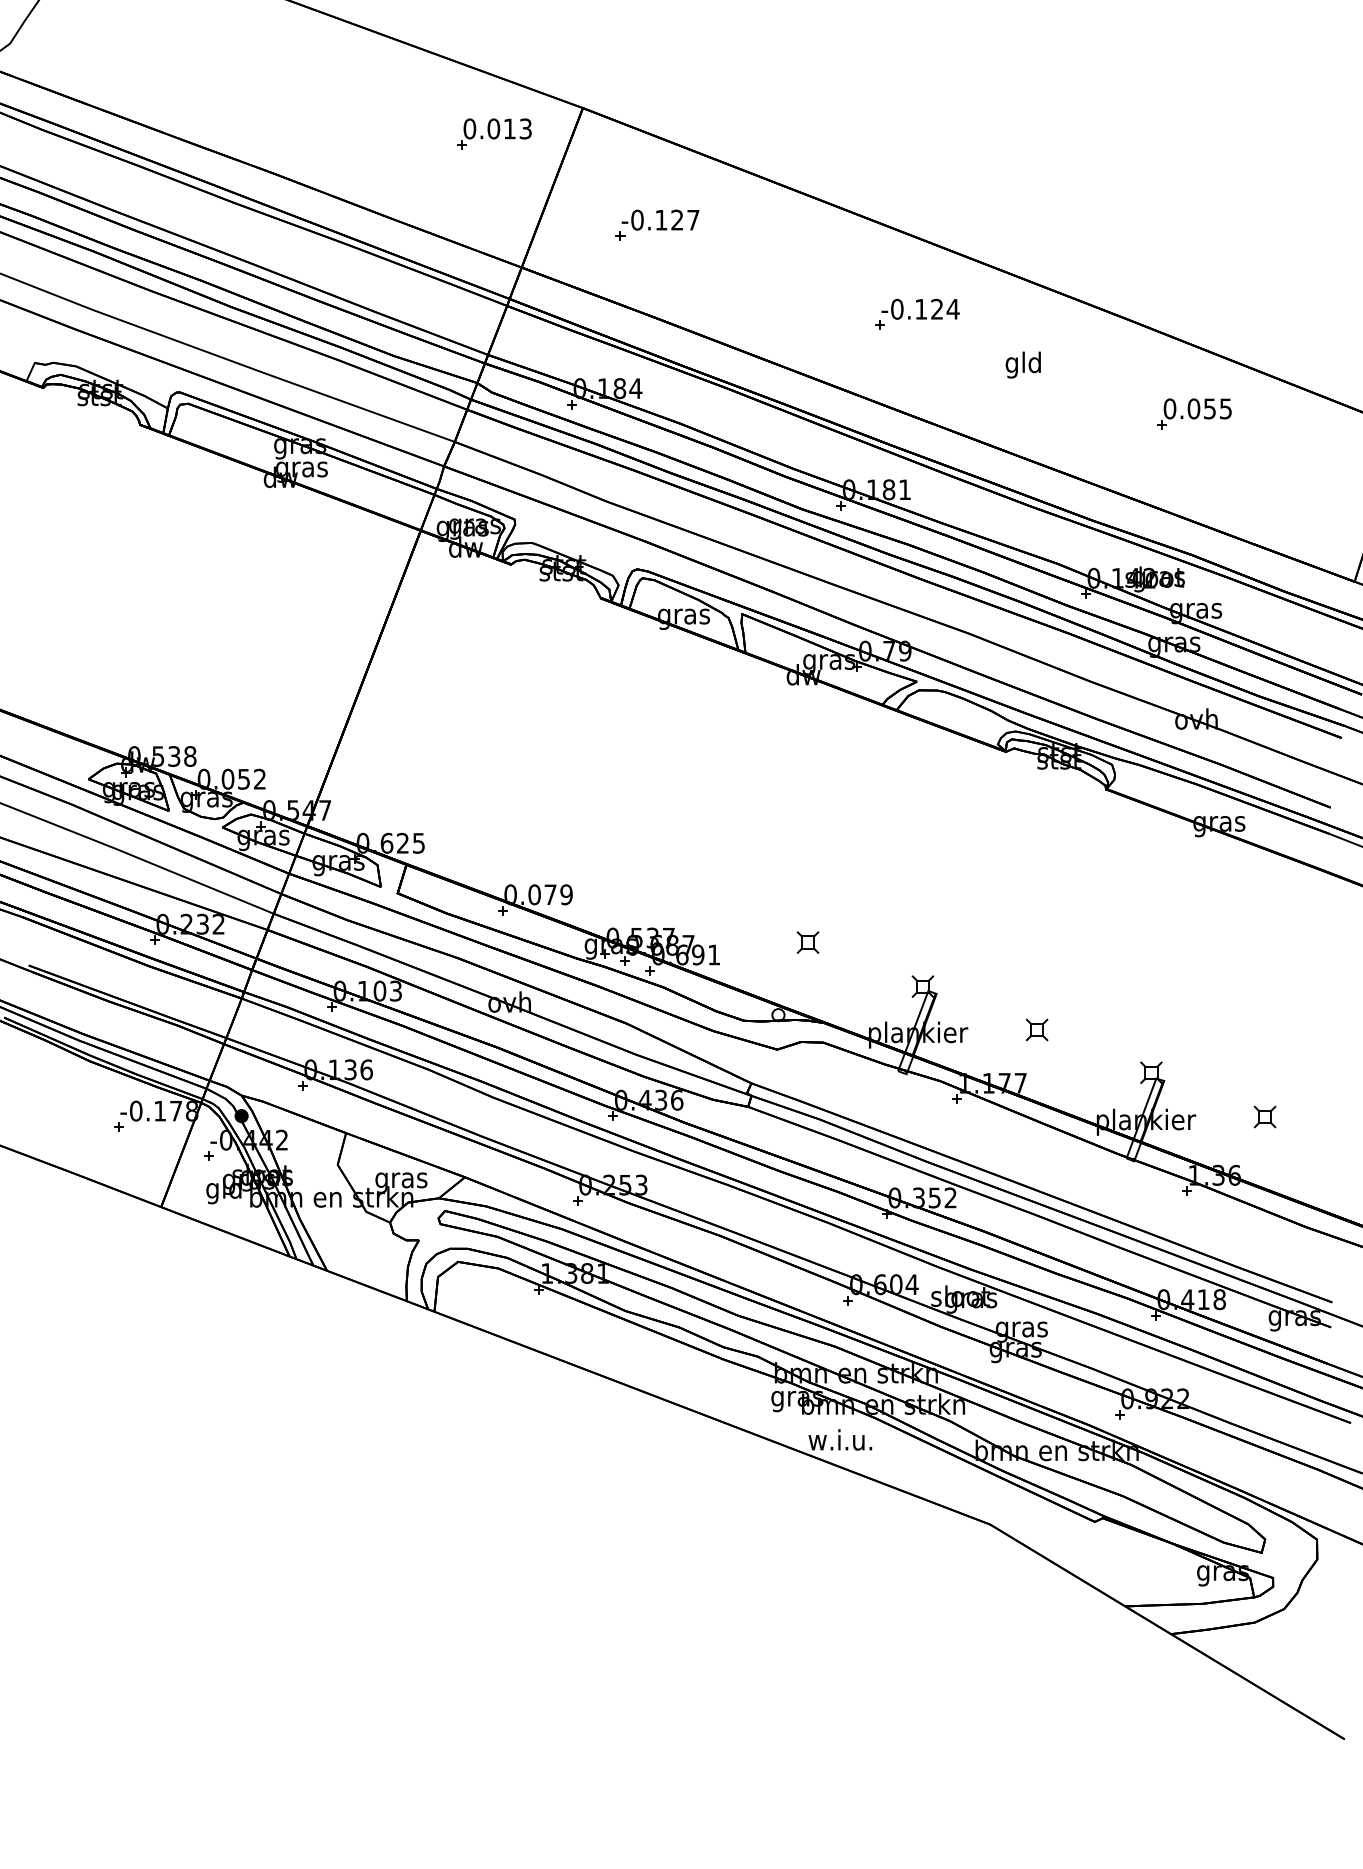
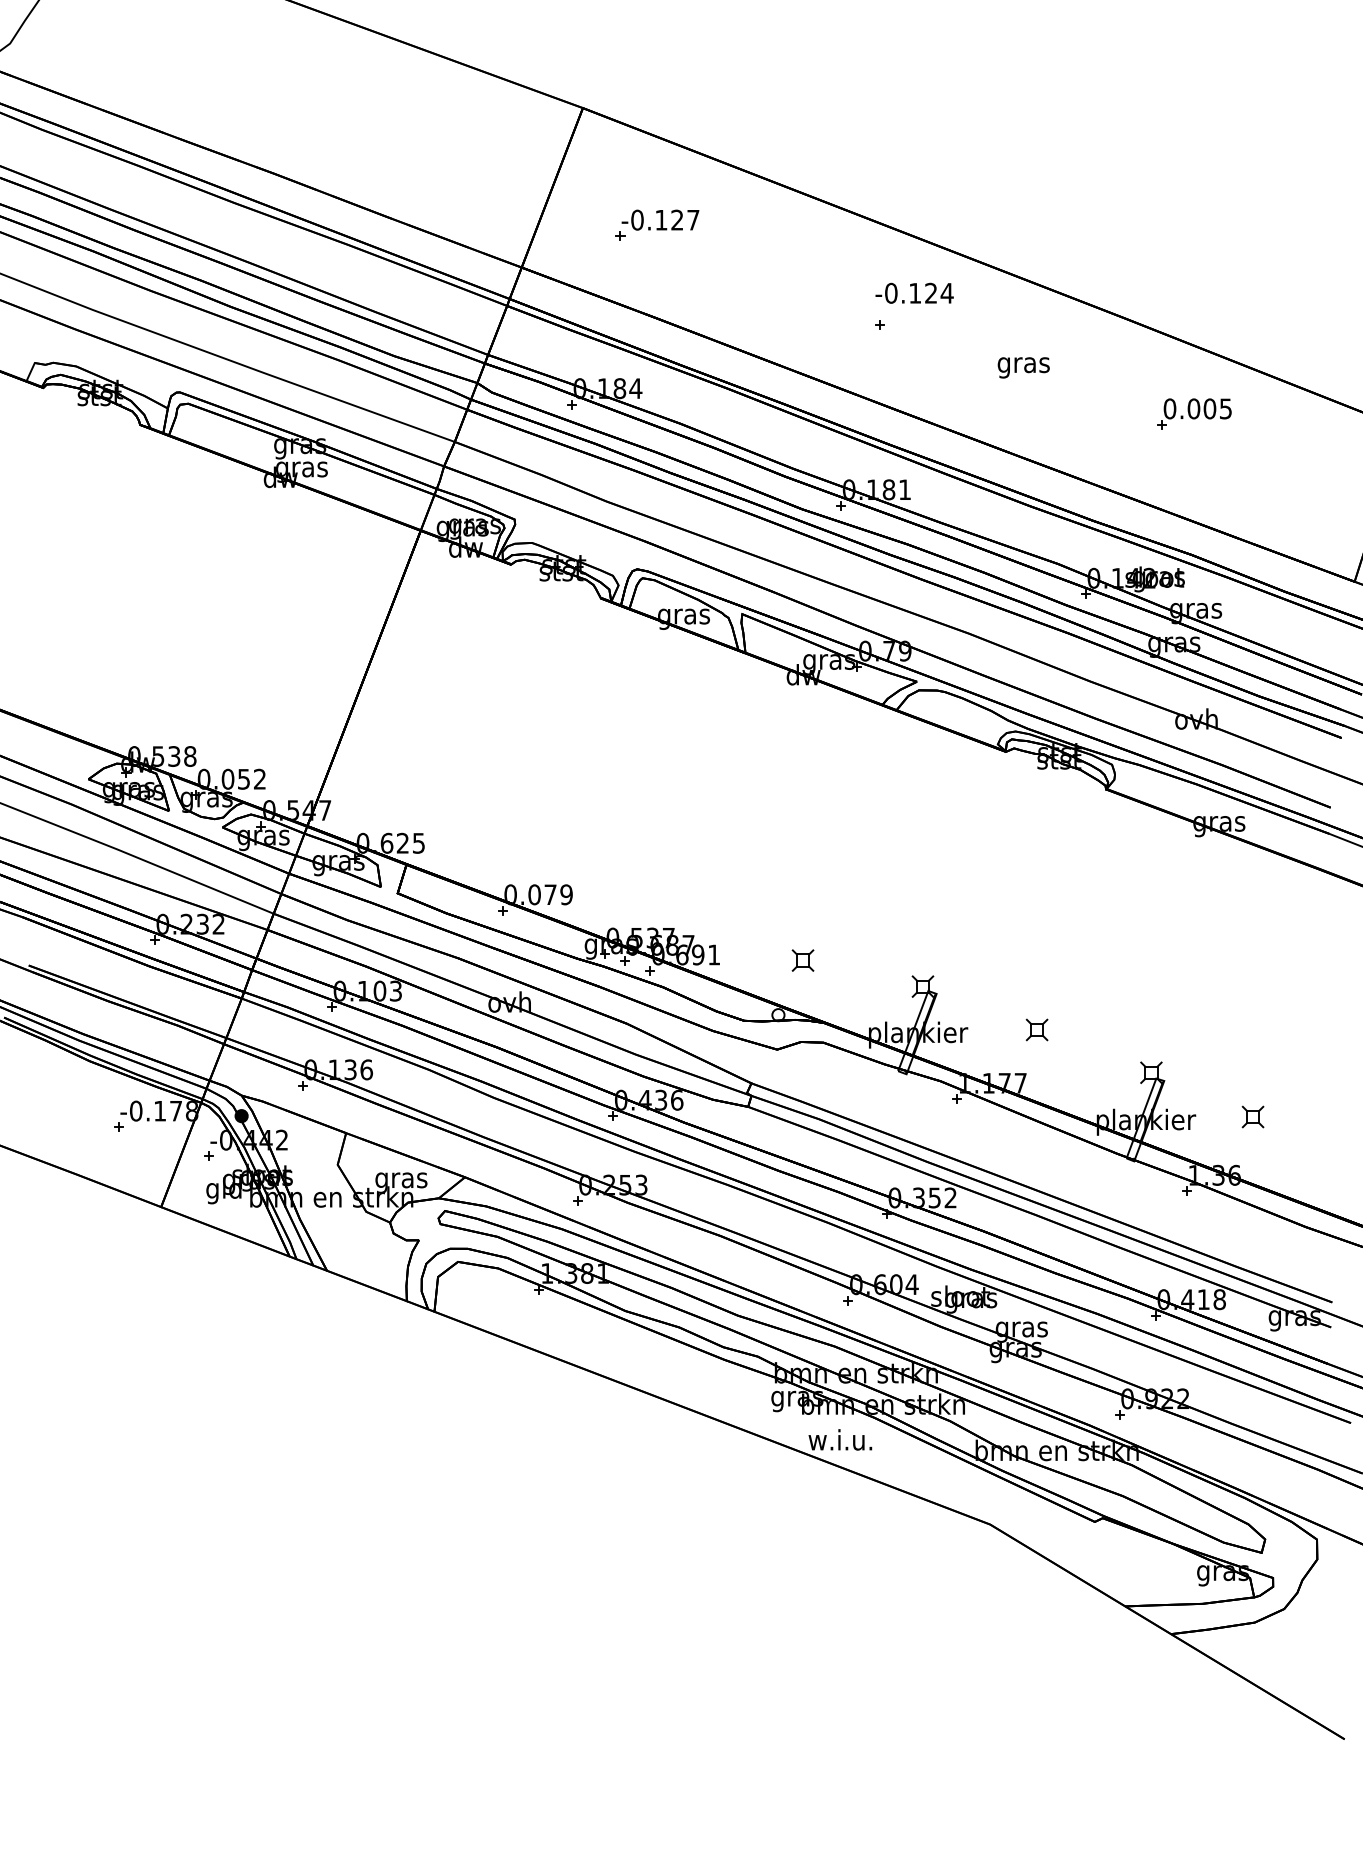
part at (494, 133): present -> none
text at (920, 308) position: (920, 308) -> (914, 292)
text at (1023, 364): gld -> gras
text at (1209, 408): 0.055 -> 0.005
part at (807, 942) position: (807, 942) -> (802, 960)
part at (1264, 1116) position: (1264, 1116) -> (1252, 1116)
